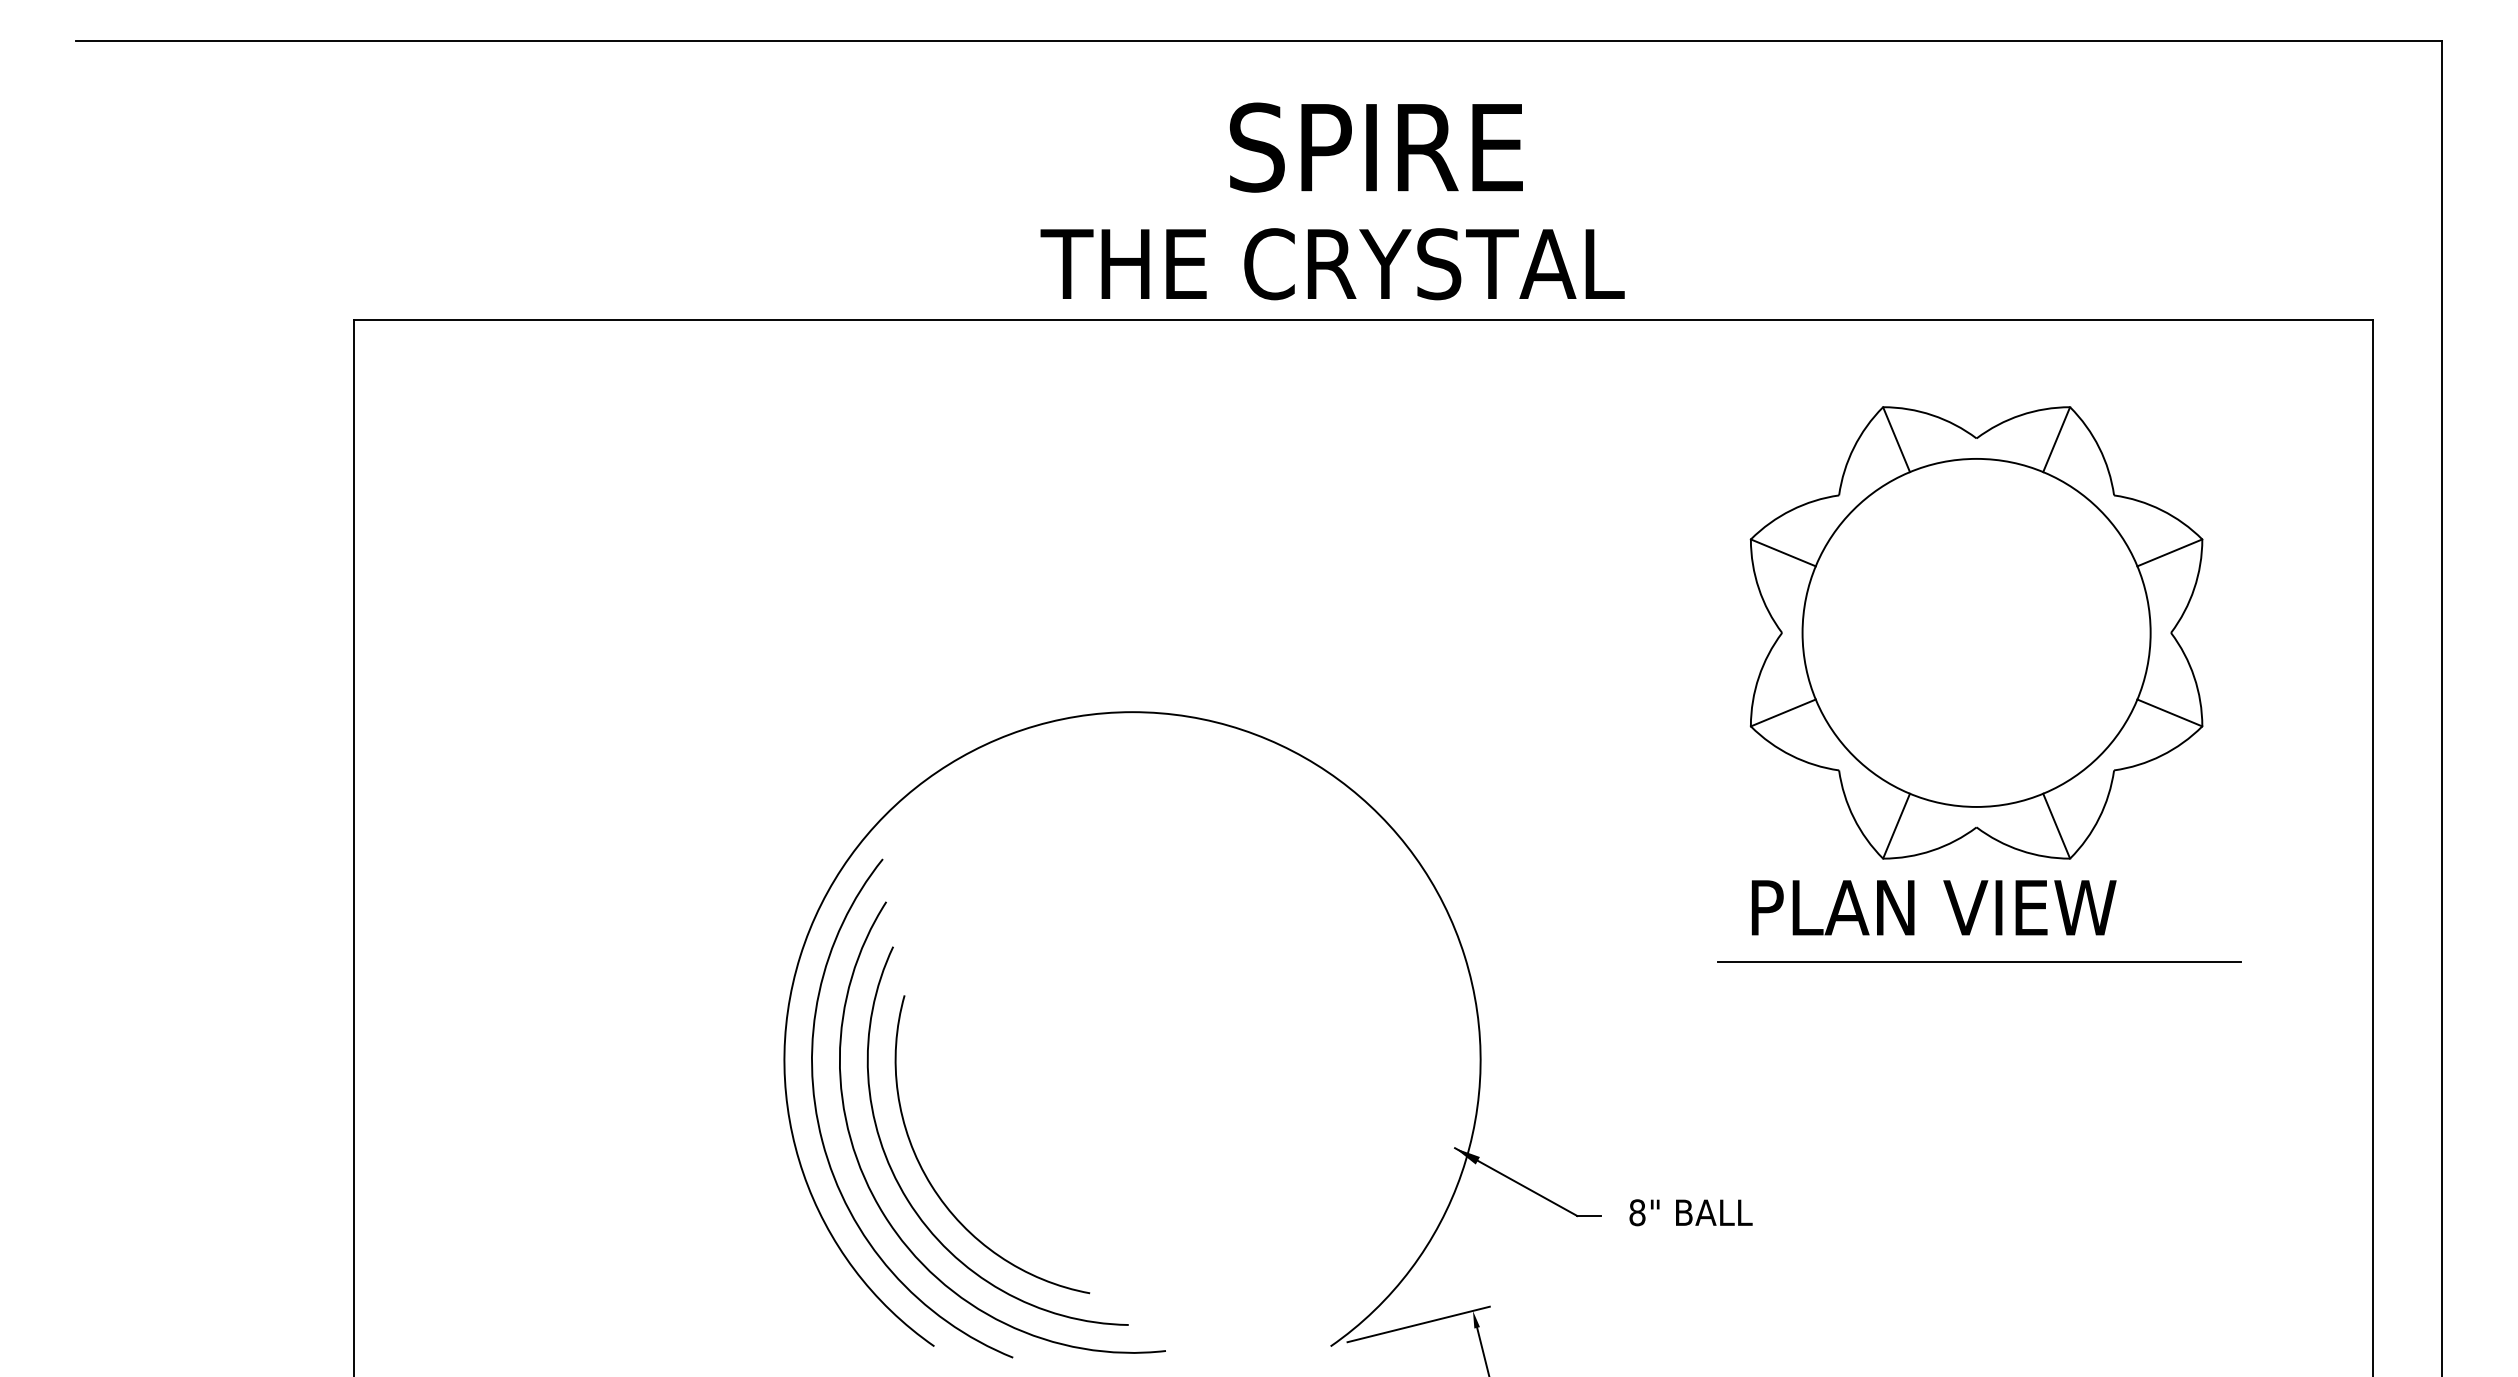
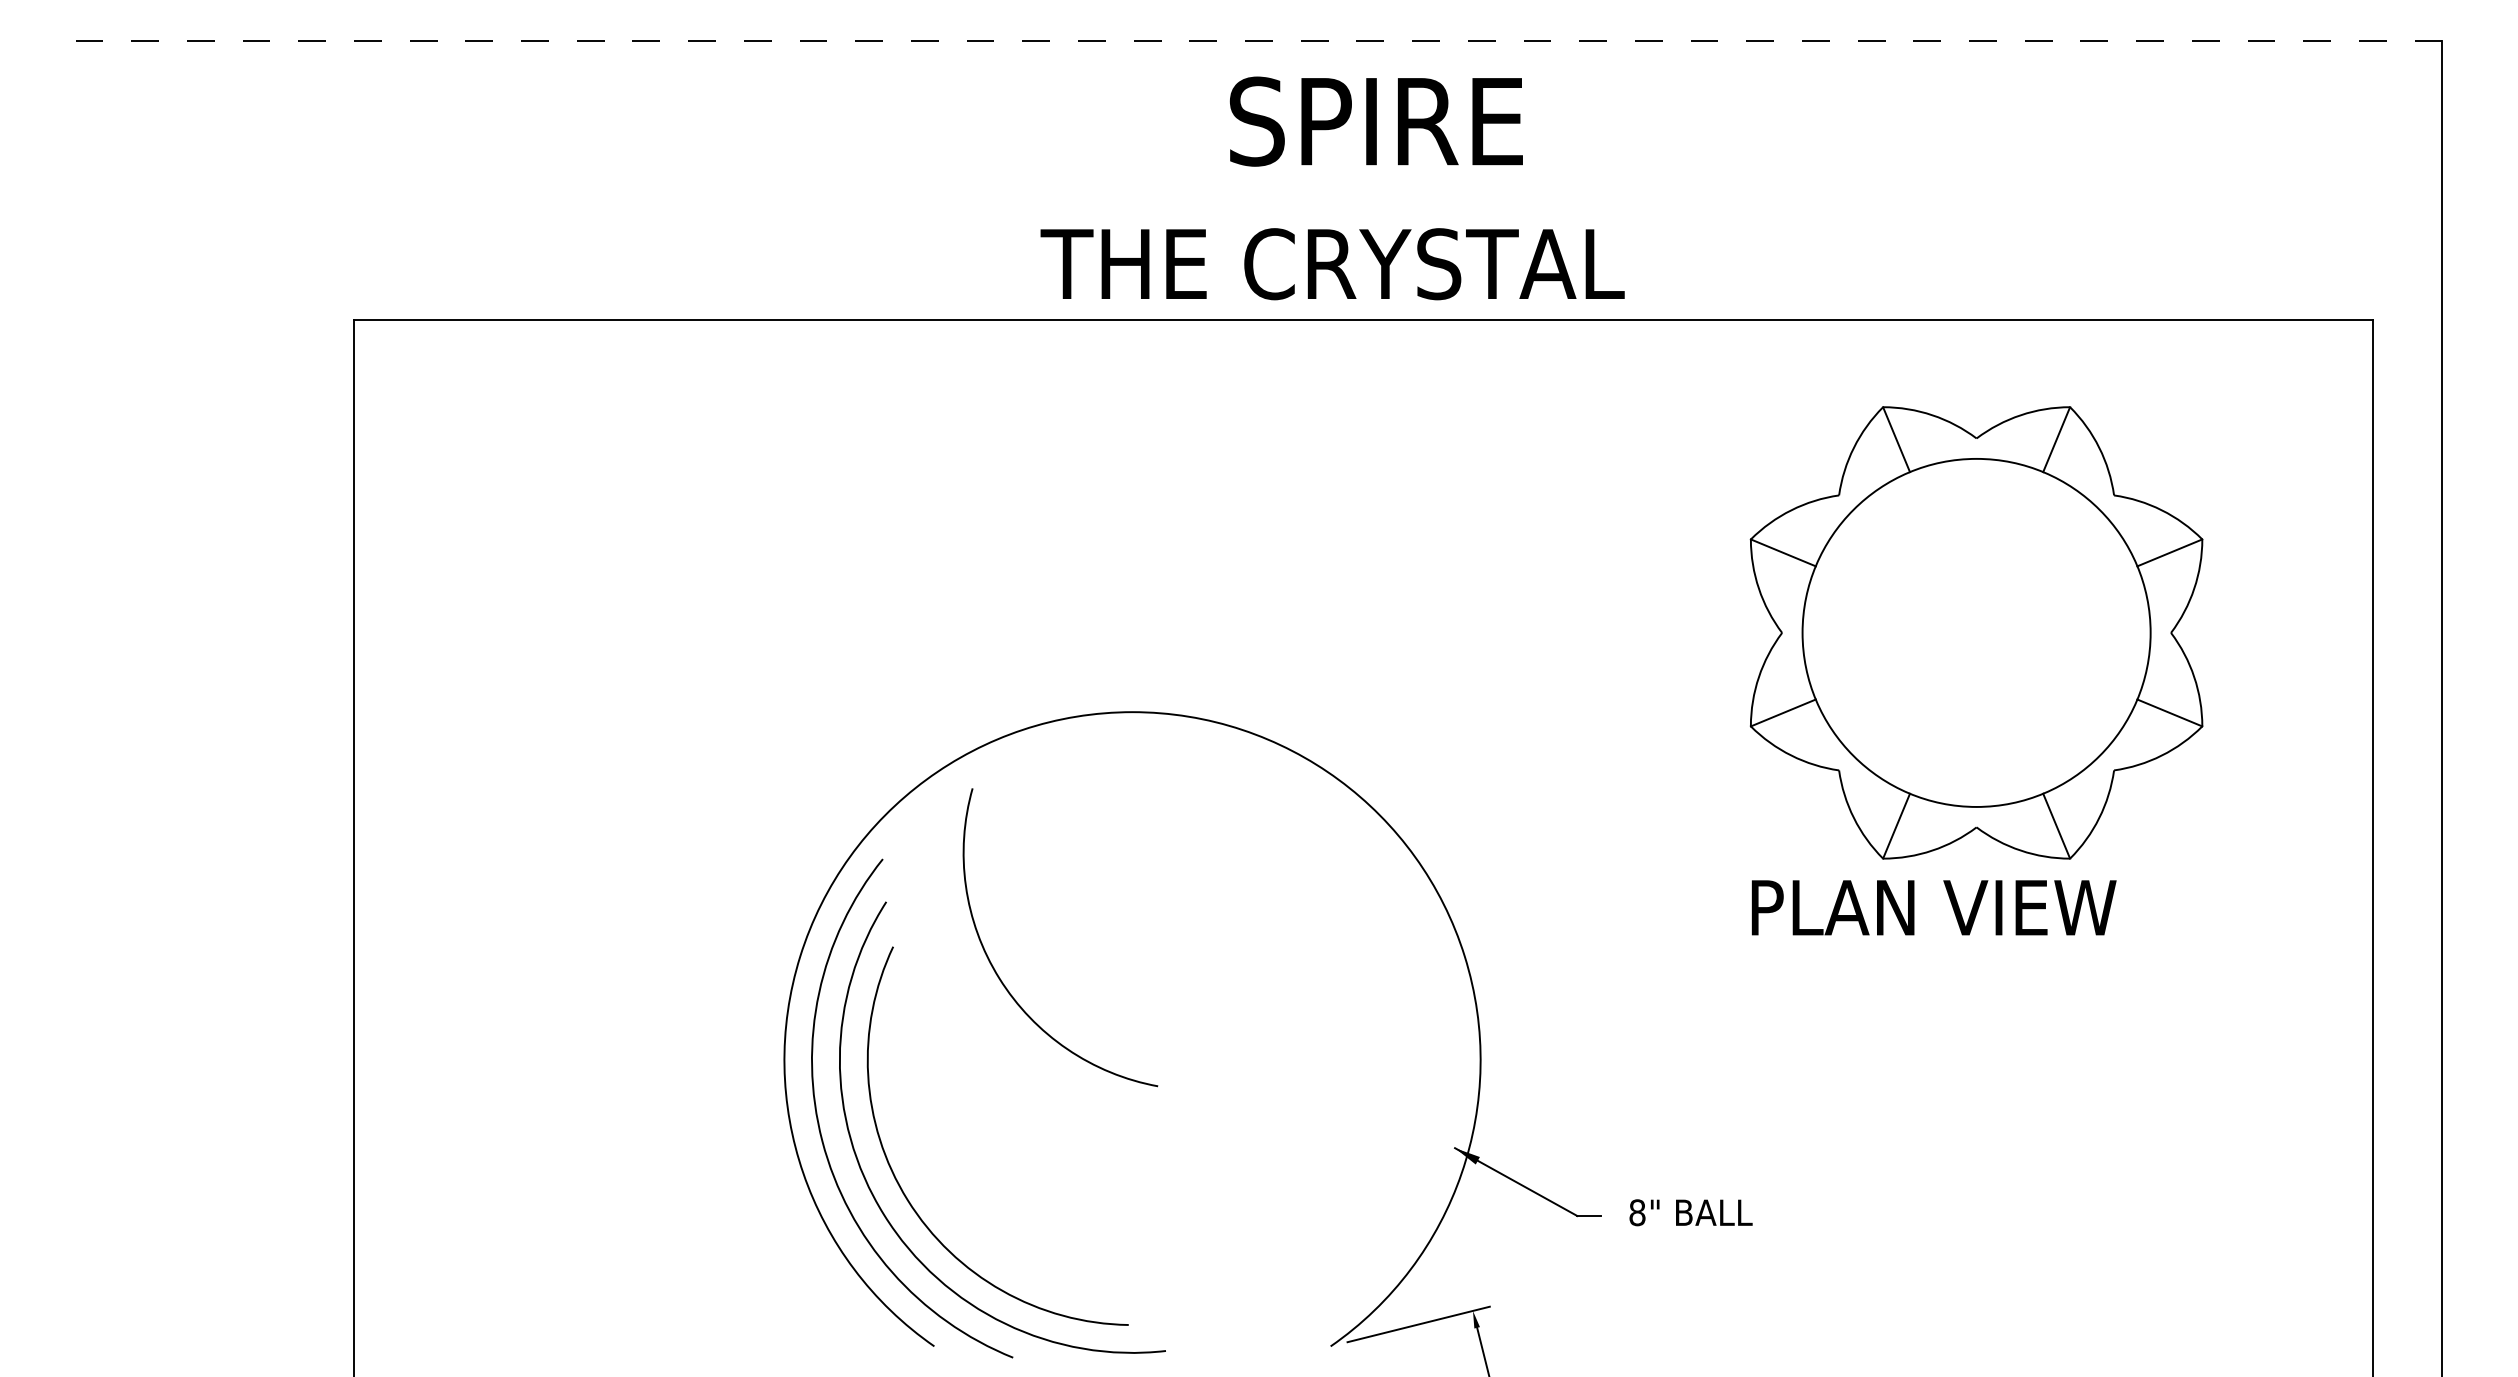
line at (1258, 41): solid -> dashed
text at (1375, 147) position: (1375, 147) -> (1375, 121)
line at (1979, 962): present -> none
arc at (930, 1181) position: (930, 1181) -> (998, 974)
